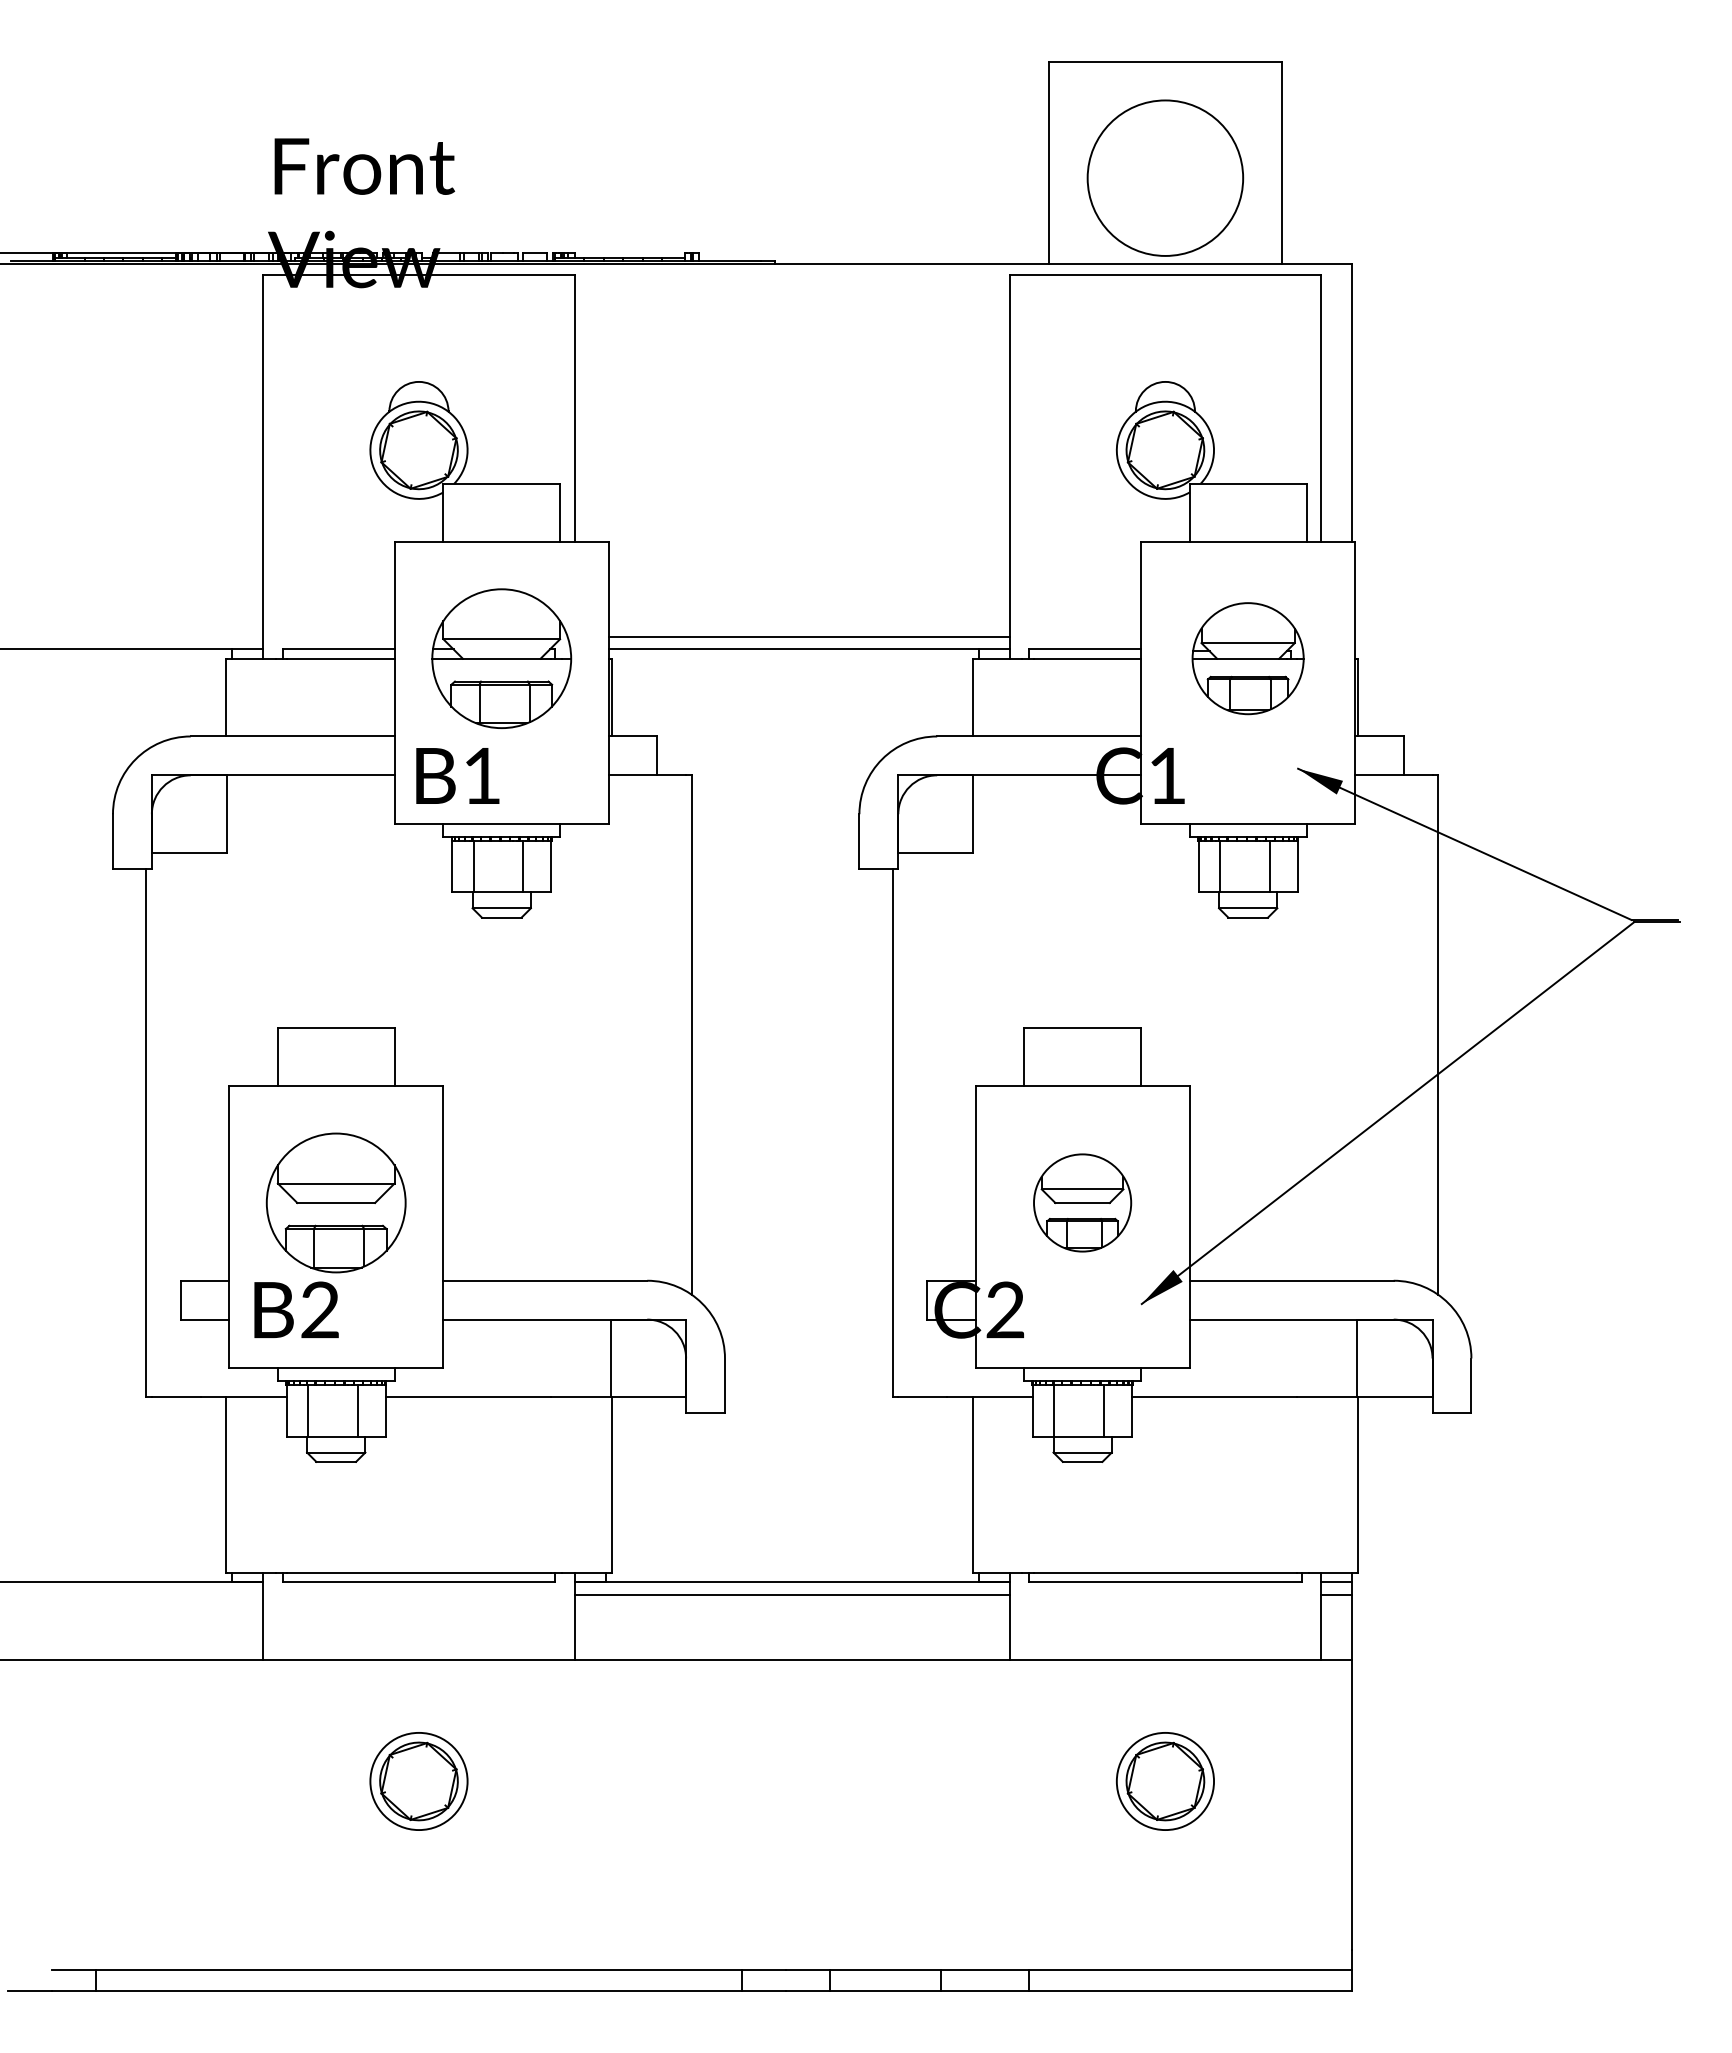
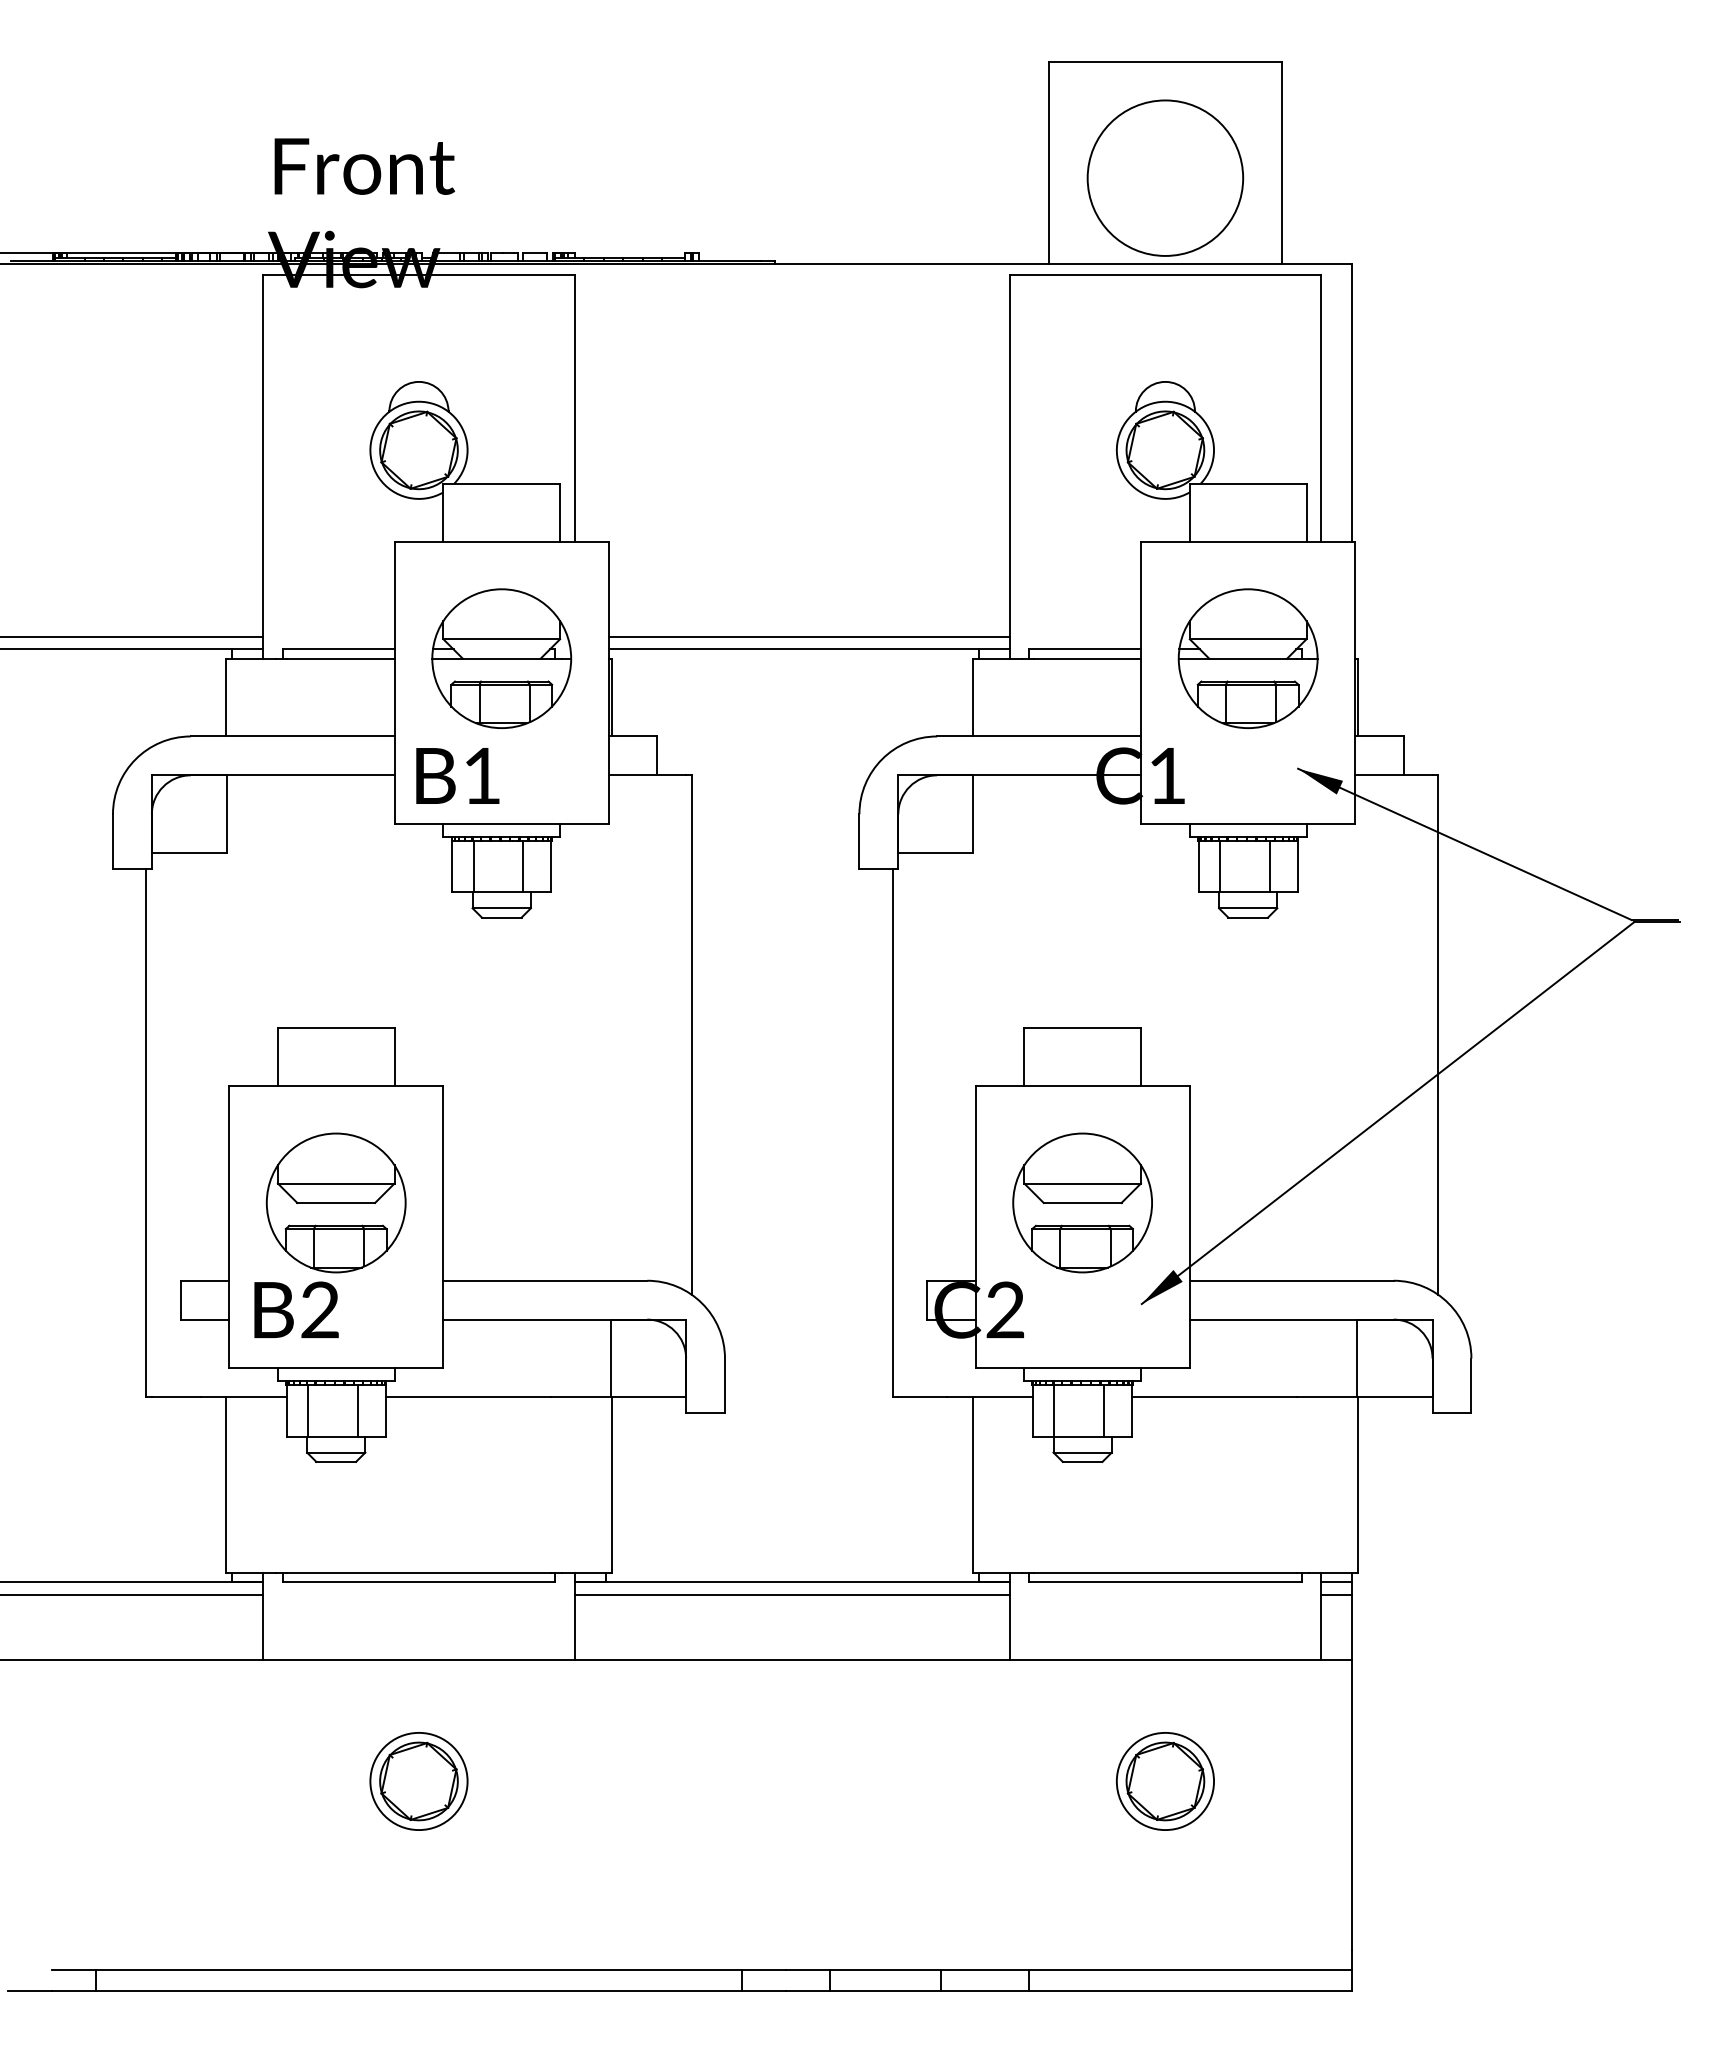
line at (132, 636): none -> present
part at (1247, 658) size: 114x114 px -> 142x141 px
part at (1082, 1202) size: 100x100 px -> 141x142 px
line at (132, 1594): none -> present
